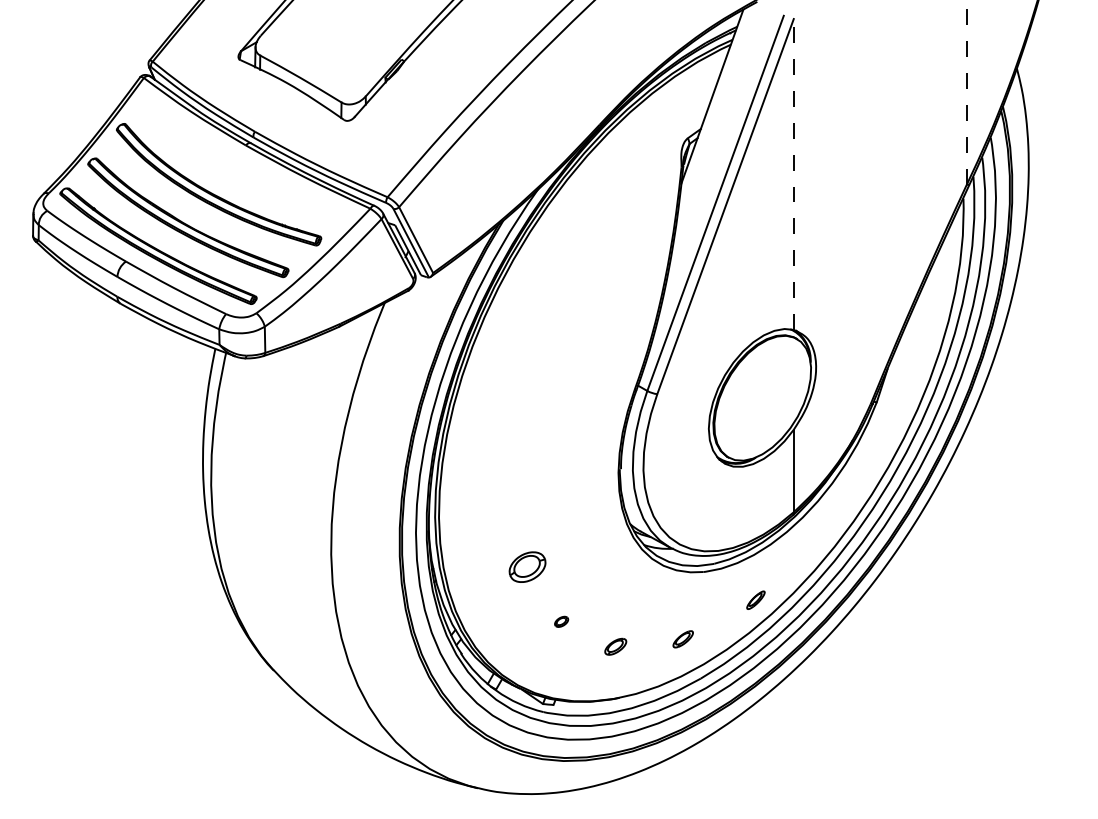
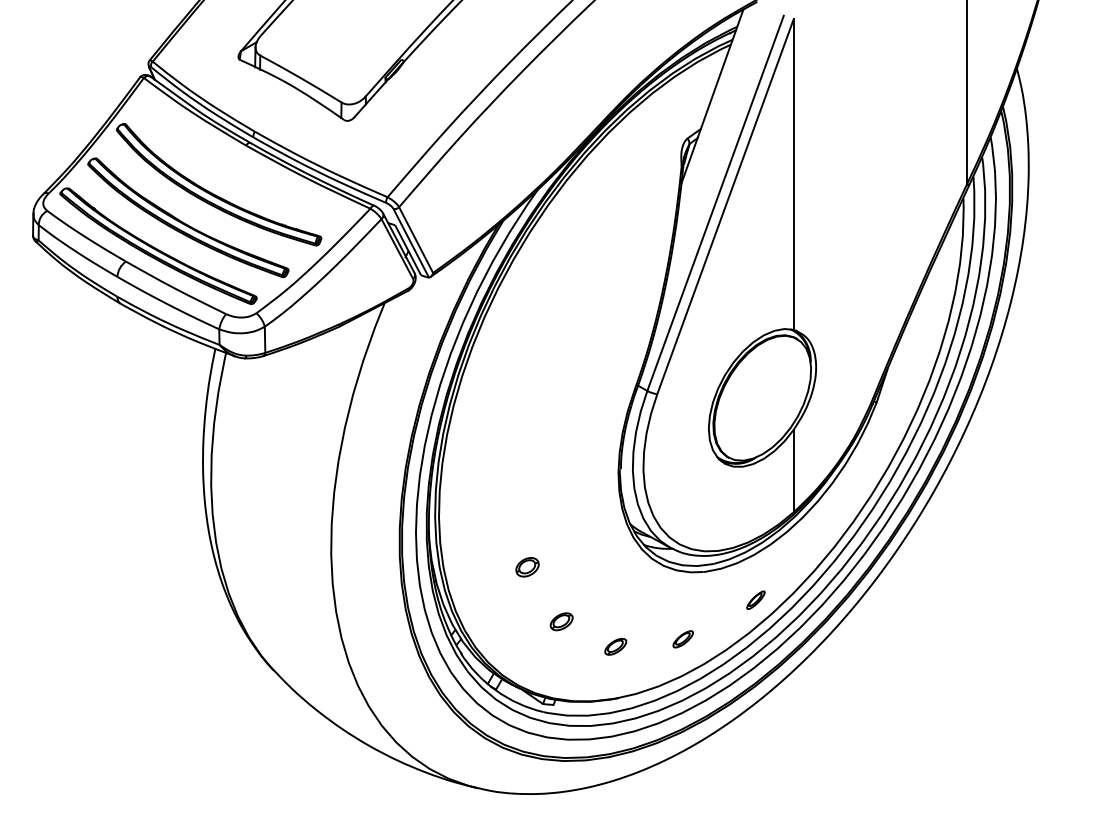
line at (966, 91): dashed -> solid
line at (793, 173): dashed -> solid
part at (527, 566) size: 39x32 px -> 25x21 px
part at (561, 621) size: 16x13 px -> 25x20 px
